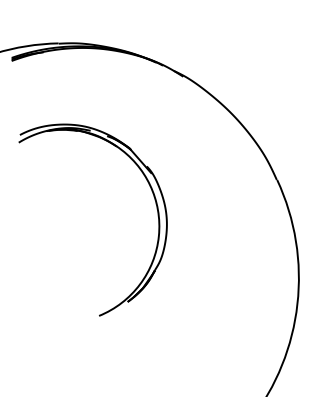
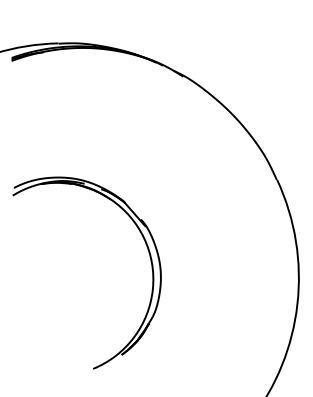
part at (155, 204) position: (155, 204) -> (149, 257)
